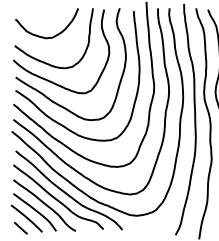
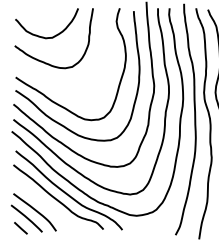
curve at (48, 79): present -> none
curve at (44, 204): present -> none
